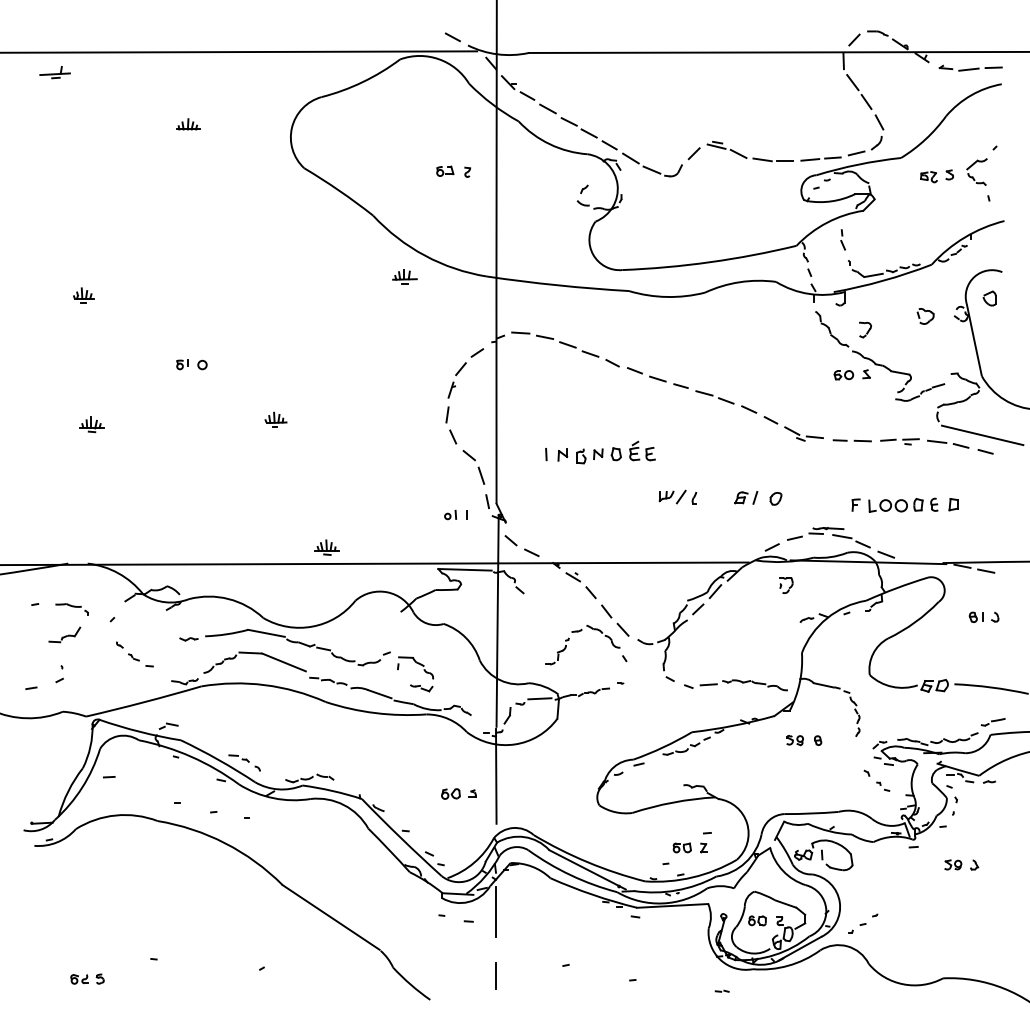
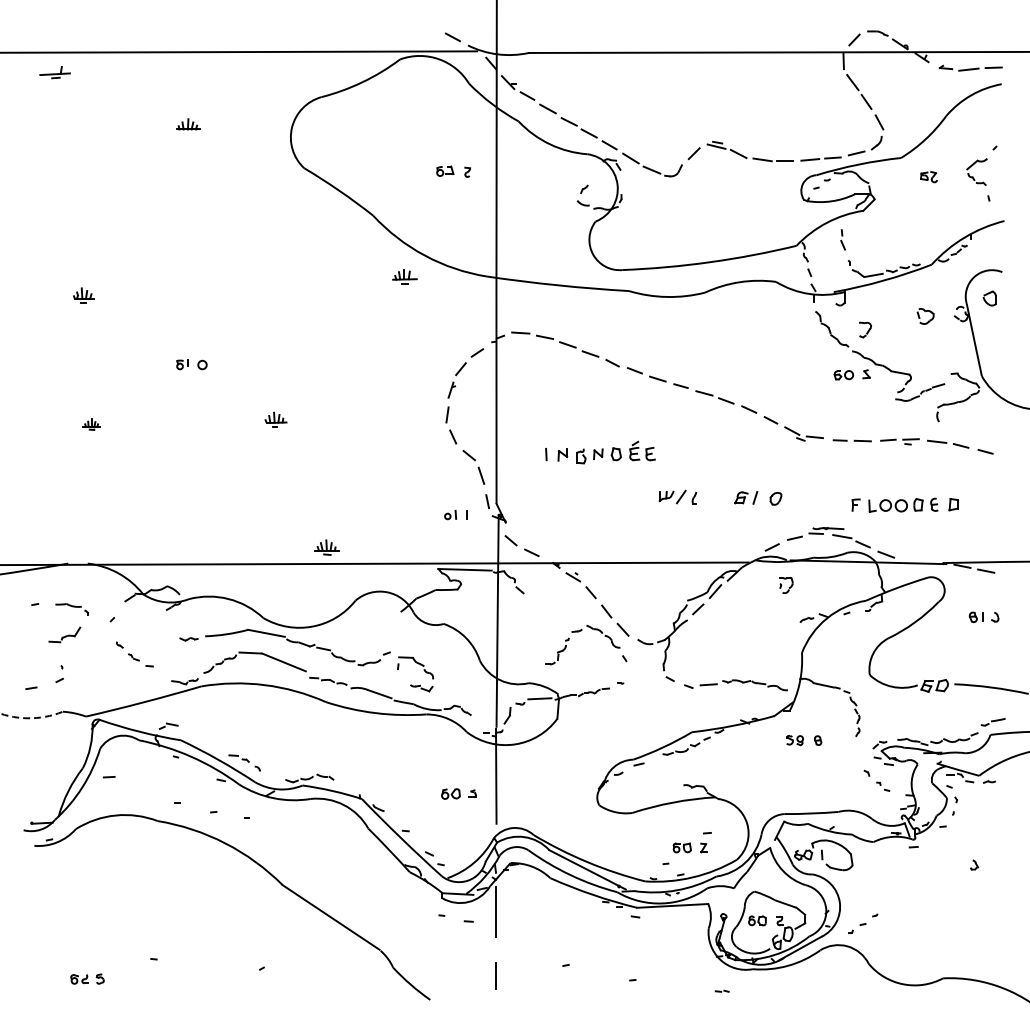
part at (949, 174): present -> none
part at (91, 424) size: 26x18 px -> 19x13 px
line at (982, 435): present -> none
arc at (32, 718): solid -> dashed
part at (953, 864): present -> none
